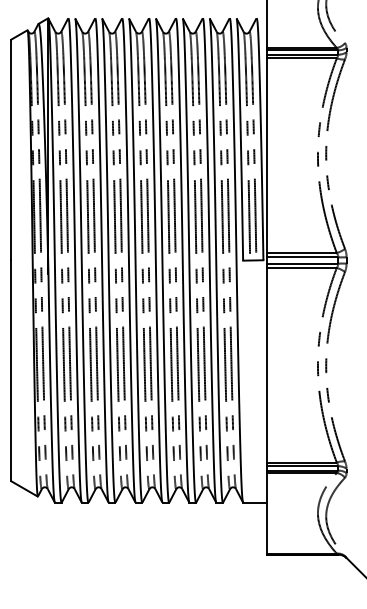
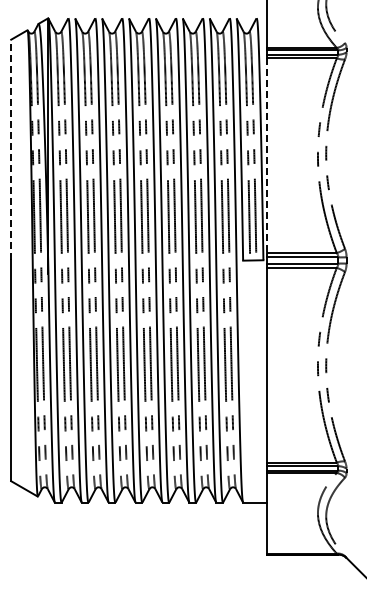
line at (11, 149): solid -> dashed
line at (267, 156): solid -> dashed
